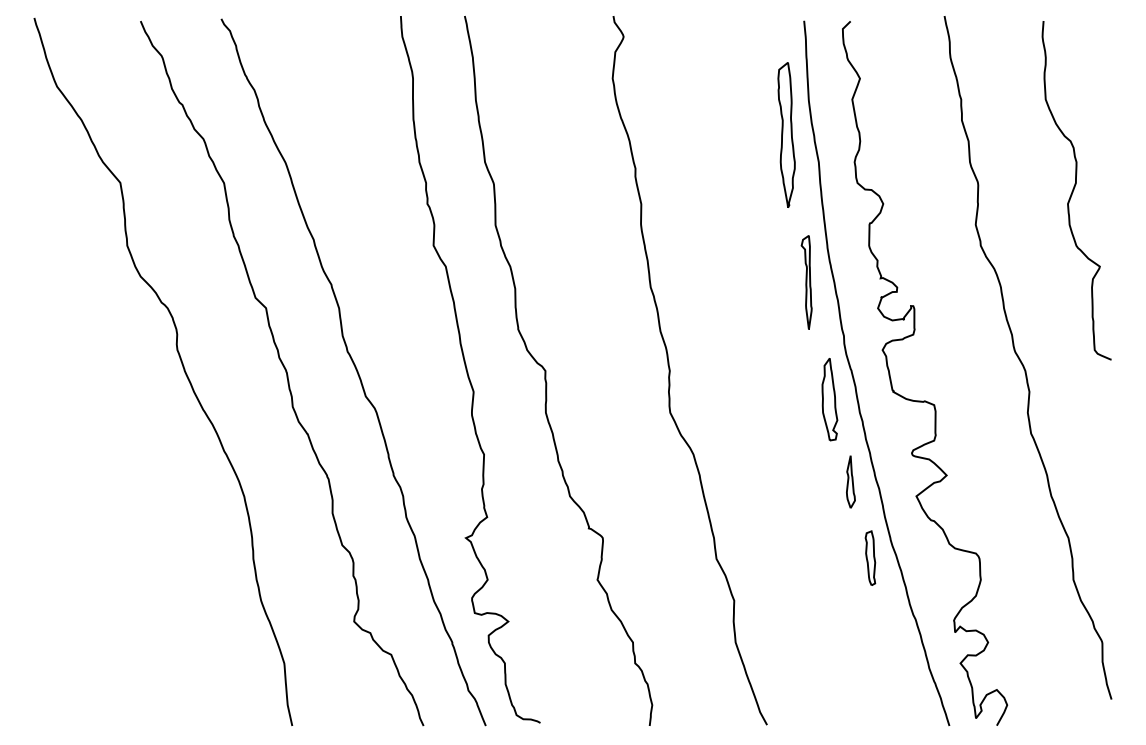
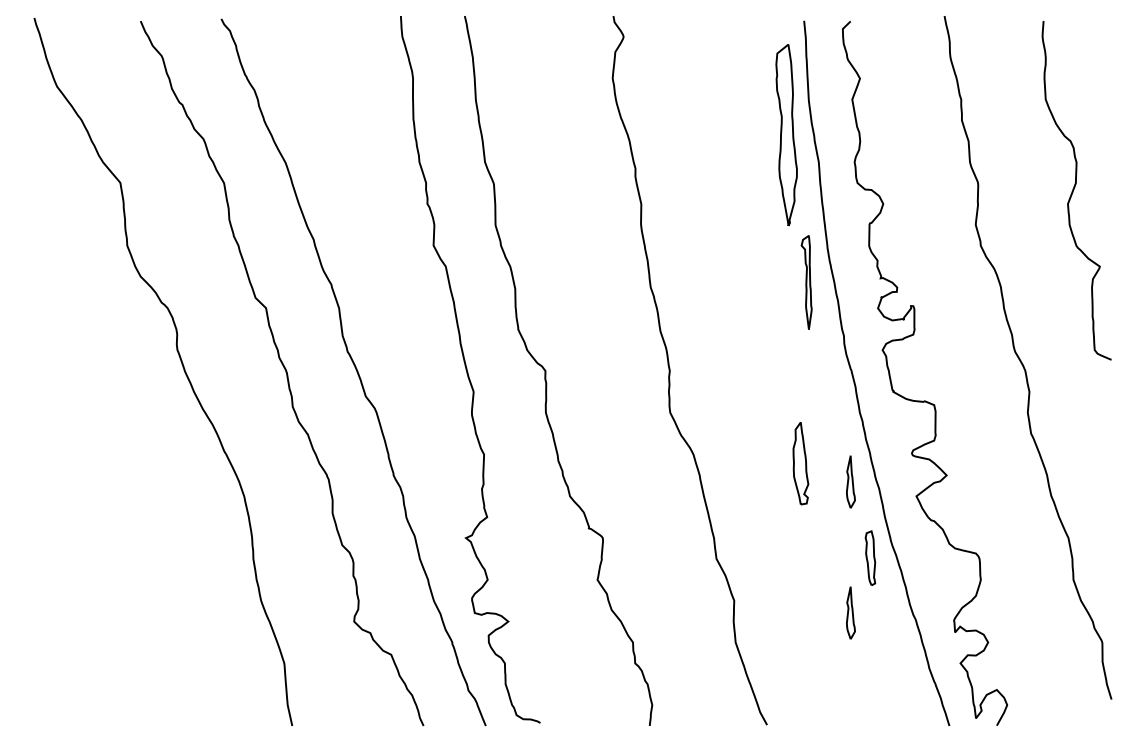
part at (786, 134) size: 19x146 px -> 23x183 px
part at (829, 399) position: (829, 399) -> (800, 463)
part at (850, 612): none -> present
